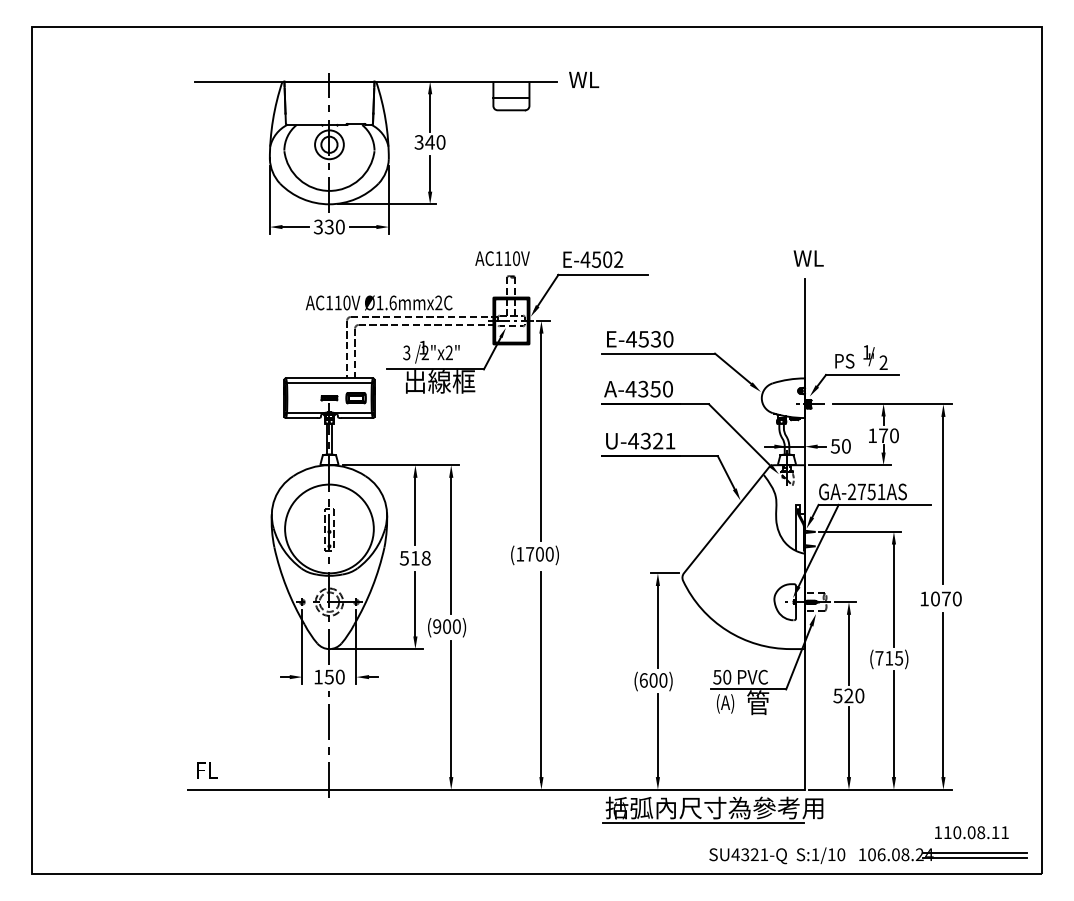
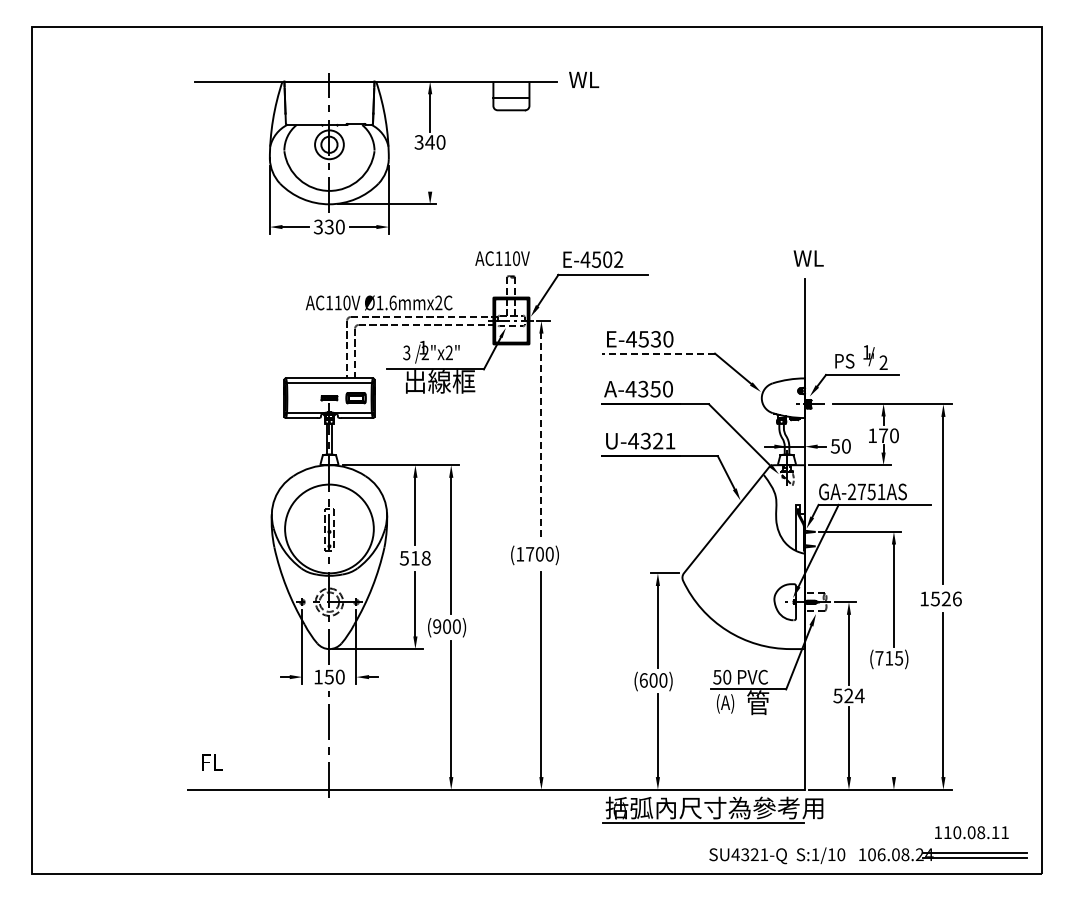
line at (430, 174): present -> none
line at (658, 353): solid -> dashed
line at (541, 436): solid -> dashed
text at (945, 598): 1070 -> 1526
text at (859, 695): 520 -> 524
line at (893, 724): present -> none
text at (207, 770) position: (207, 770) -> (212, 762)
